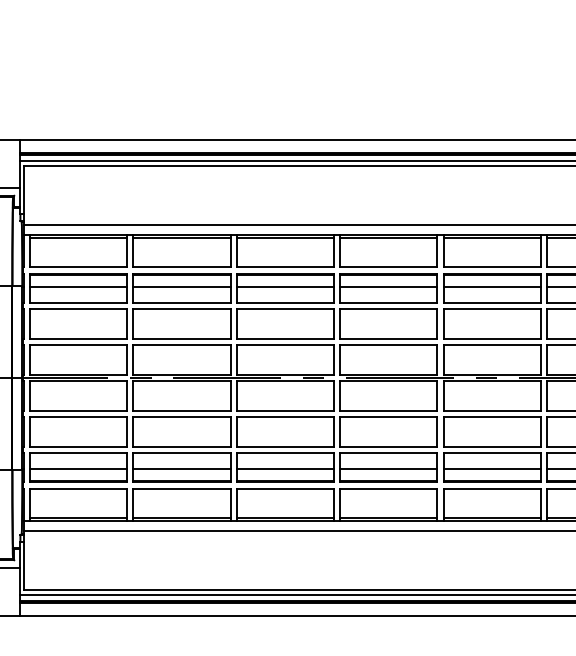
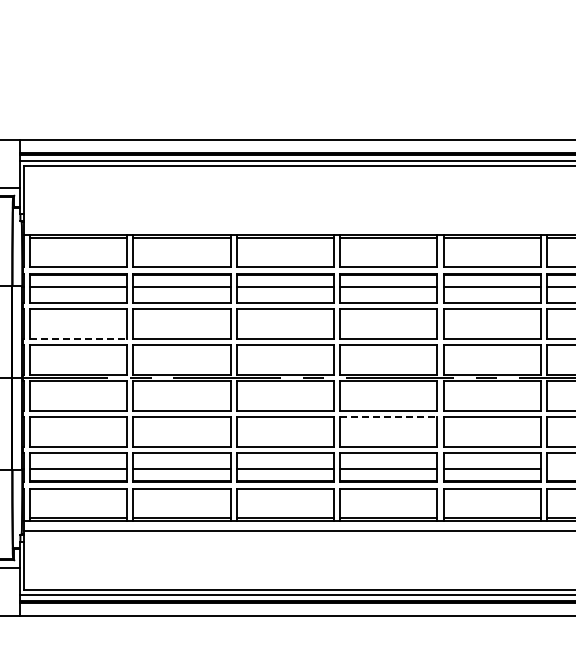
line at (297, 225): present -> none
line at (78, 339): solid -> dashed
line at (388, 416): solid -> dashed
line at (559, 468): present -> none
